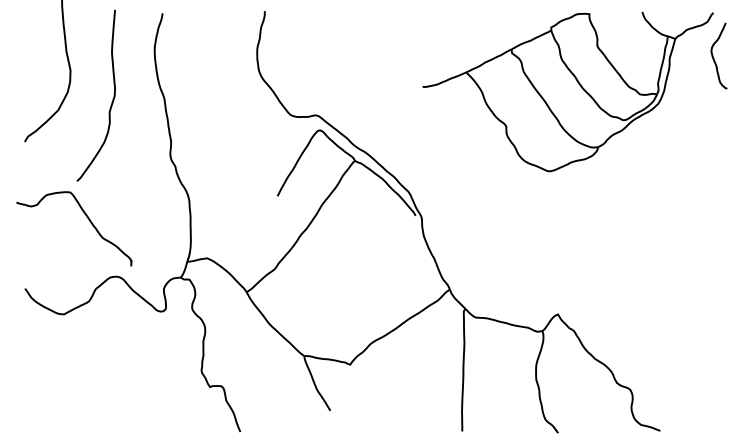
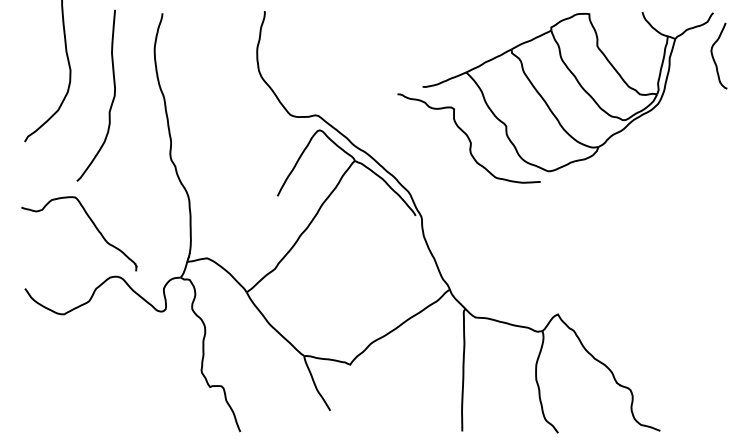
curve at (468, 138): none -> present
part at (88, 220) position: (88, 220) -> (93, 225)
